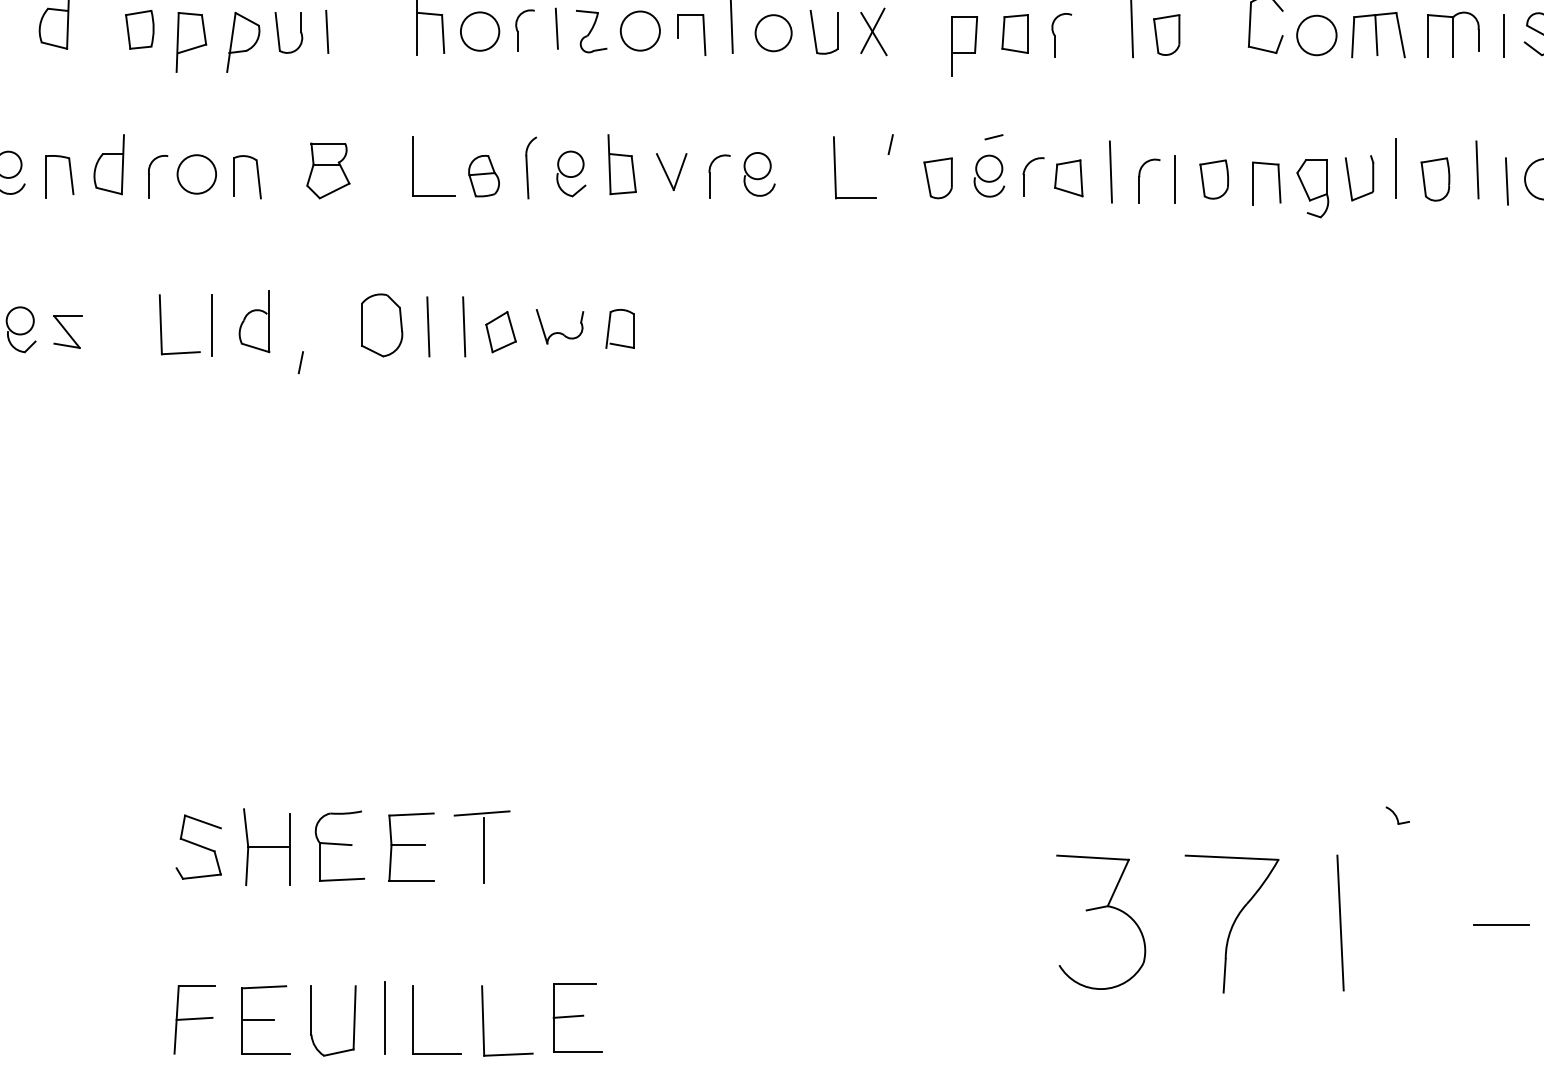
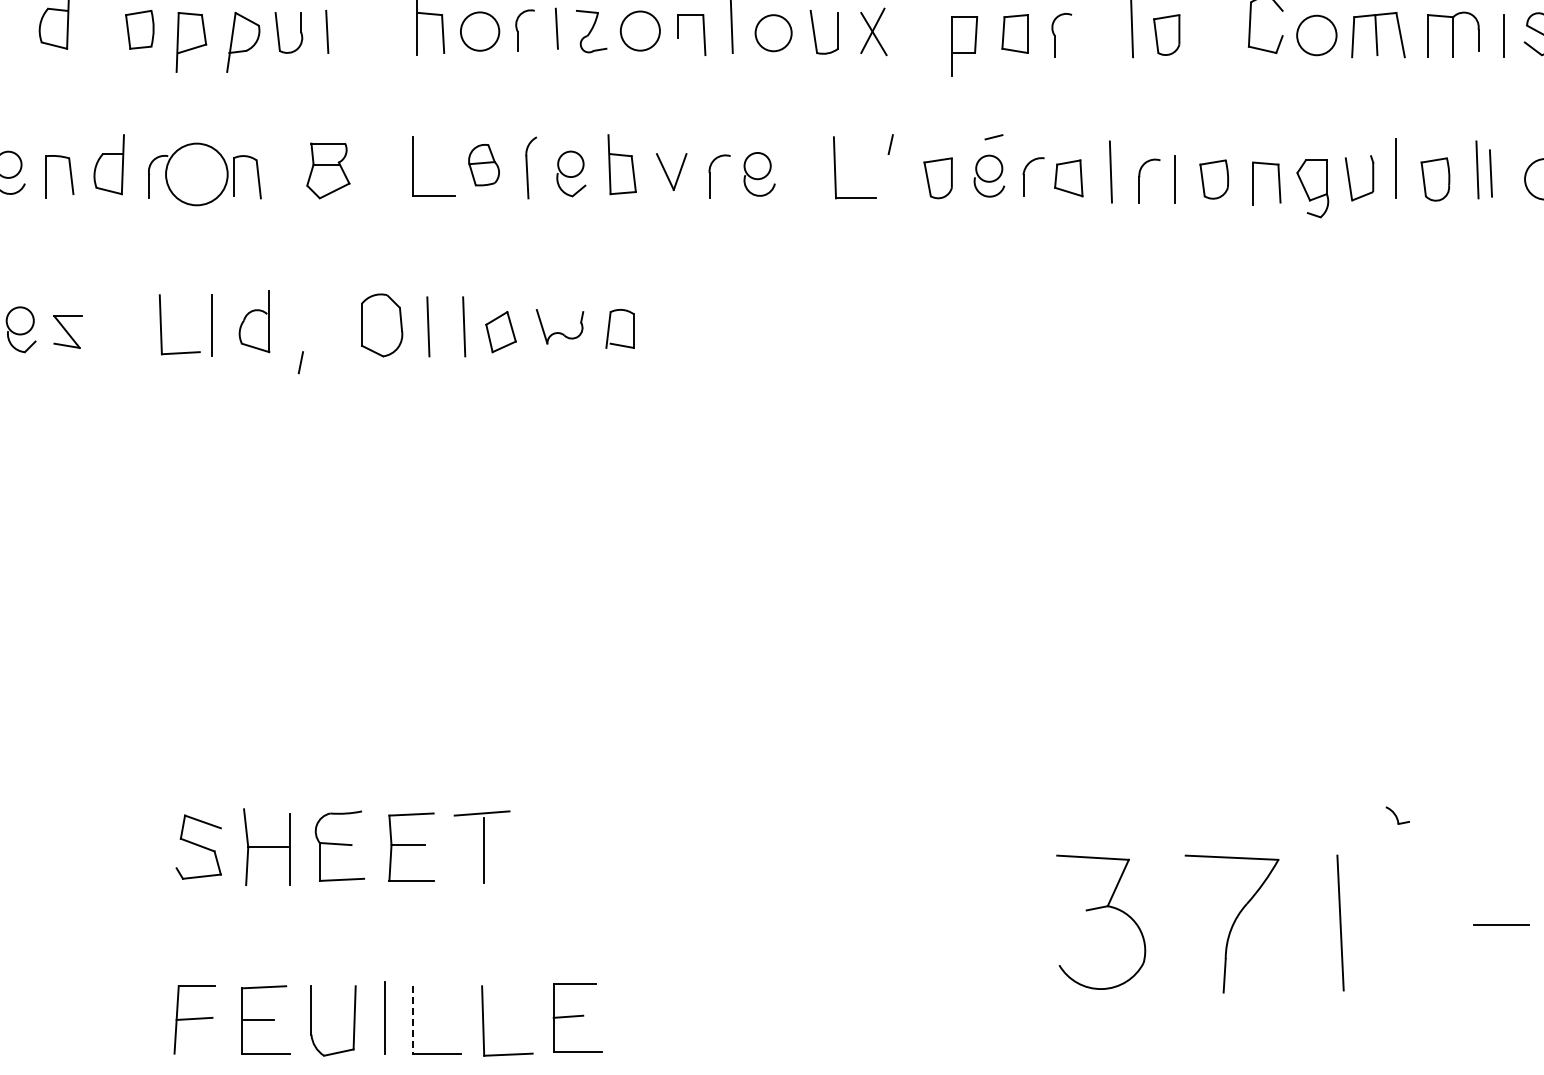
circle at (196, 174) diameter: 39 px -> 62 px
part at (483, 176) position: (483, 176) -> (483, 165)
line at (1506, 181) position: (1506, 181) -> (1490, 173)
line at (412, 1019): solid -> dashed
